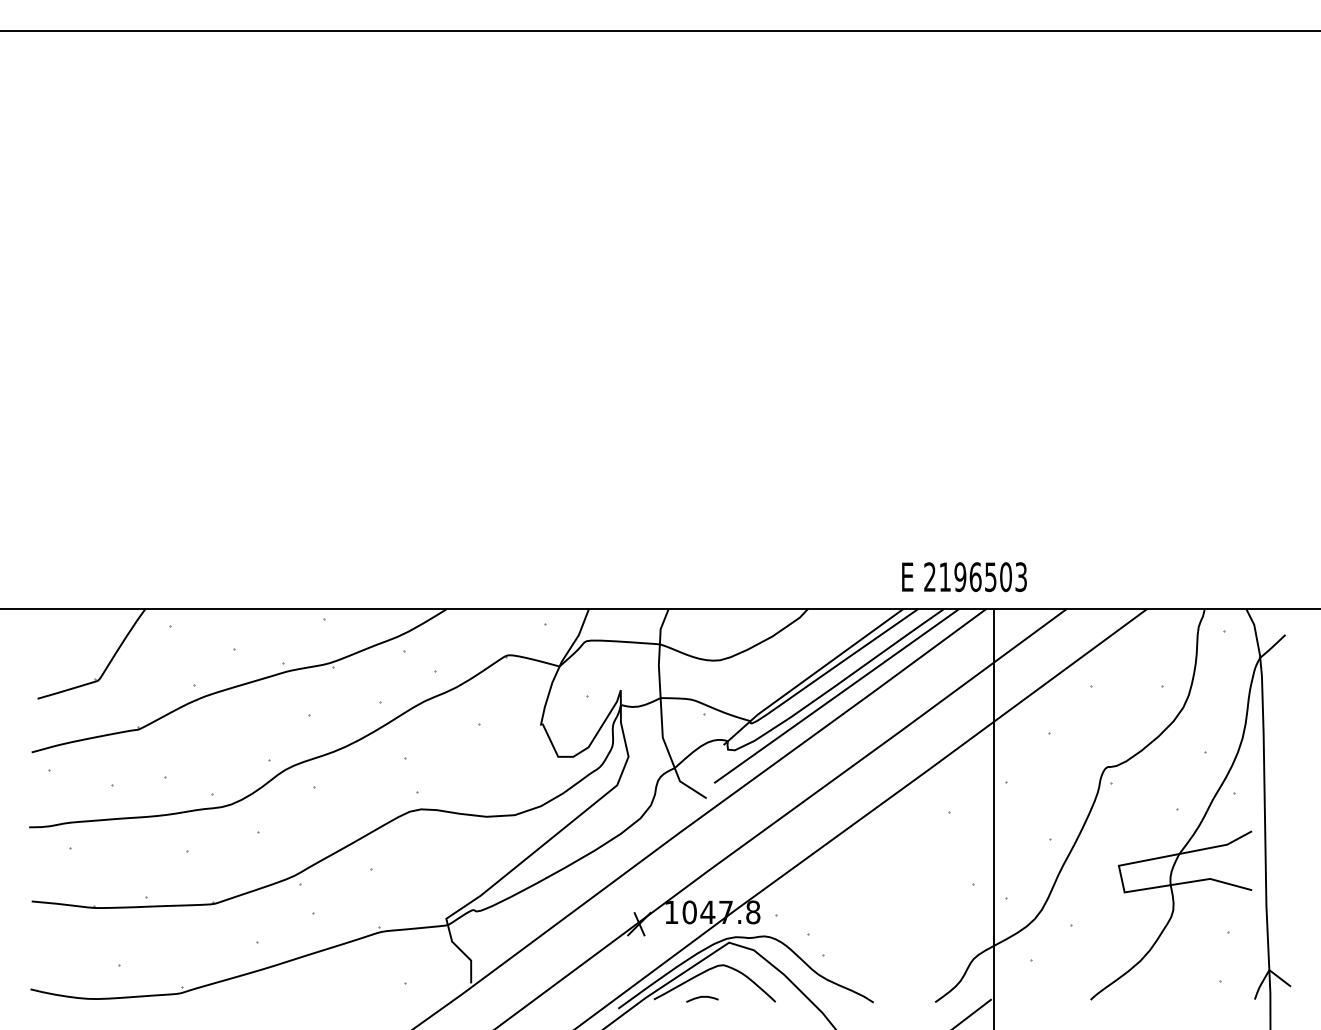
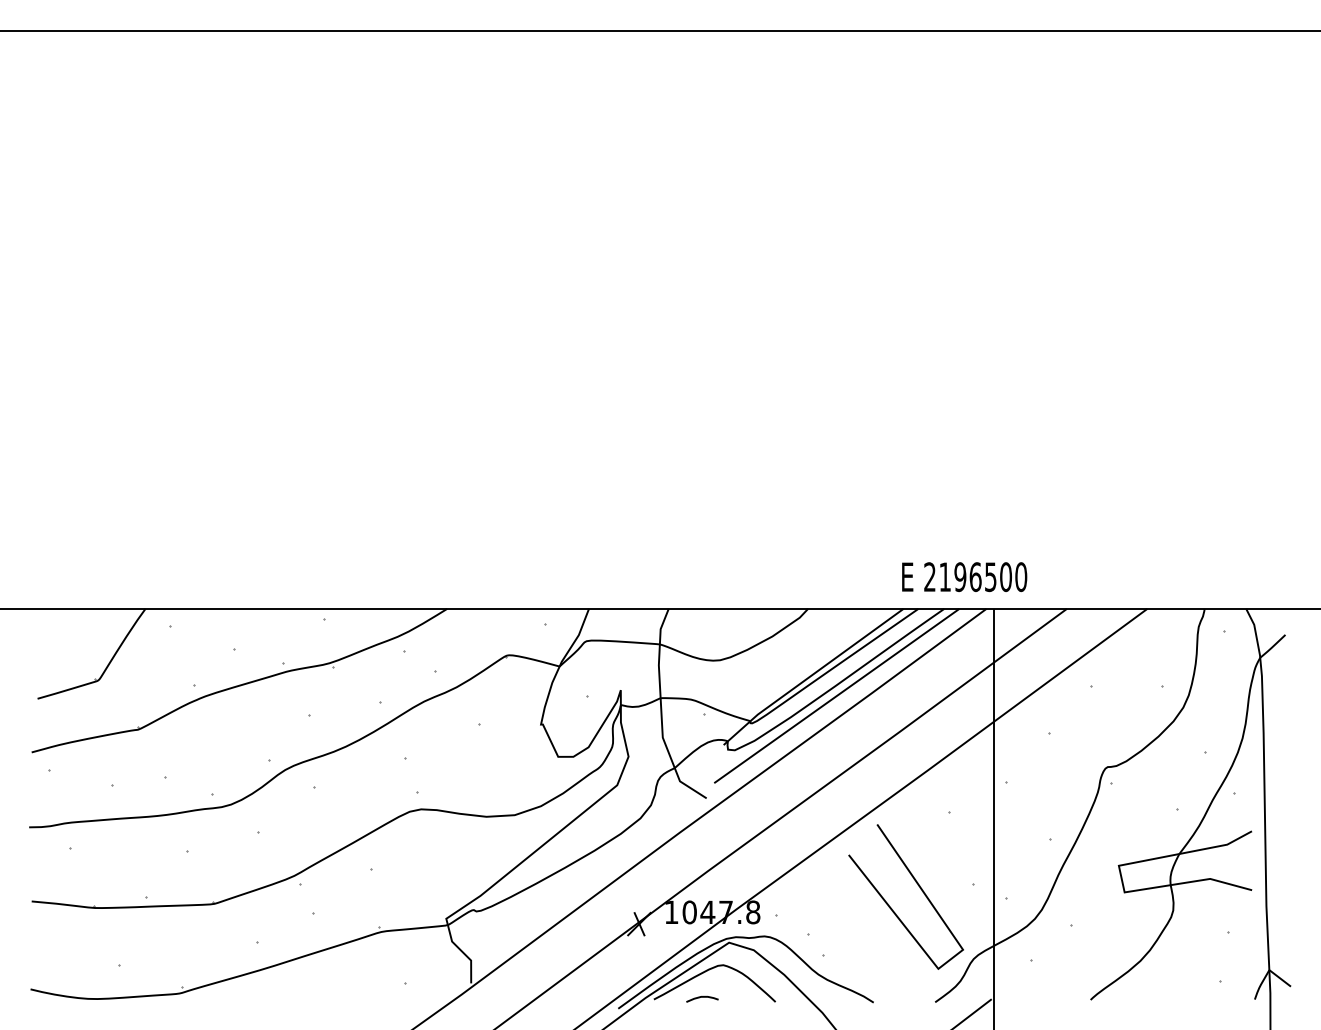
text at (1021, 577): 2196503 -> 2196500
line at (919, 888): none -> present
